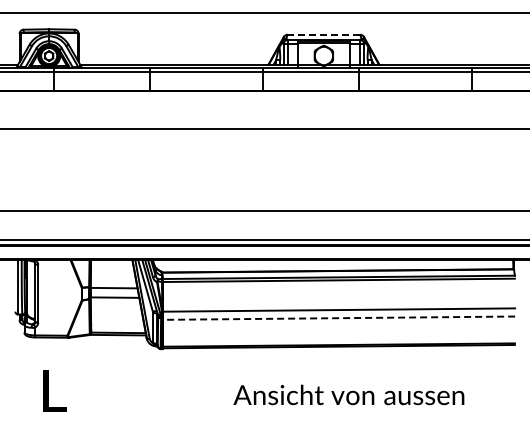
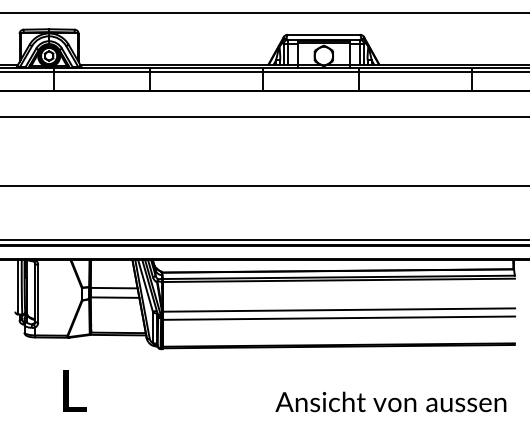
line at (323, 34): dashed -> solid
line at (264, 129) position: (264, 129) -> (264, 117)
line at (264, 210) position: (264, 210) -> (264, 185)
line at (338, 318): dashed -> solid
text at (54, 390) position: (54, 390) -> (74, 390)
text at (348, 394) position: (348, 394) -> (390, 401)
